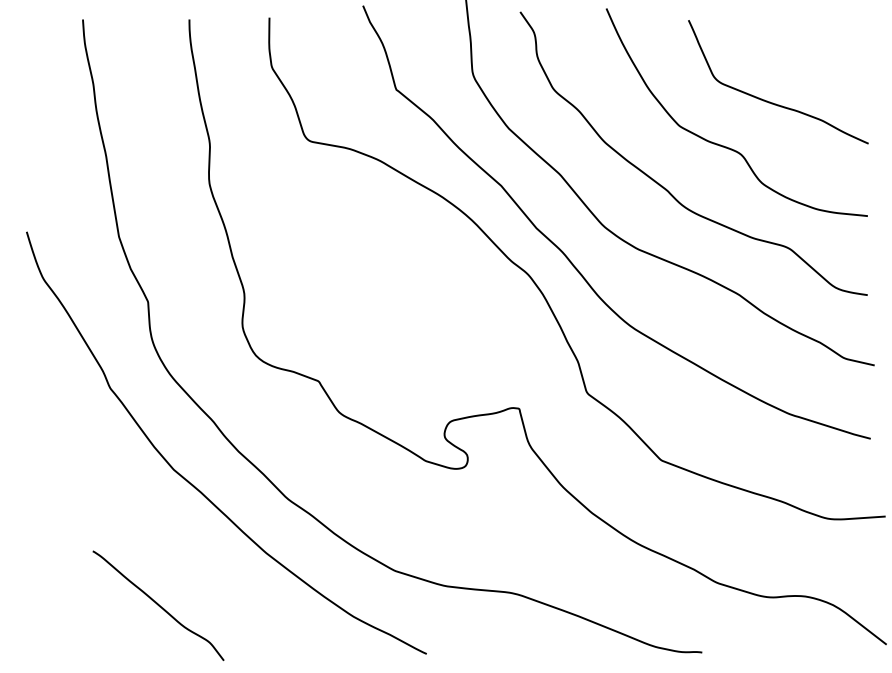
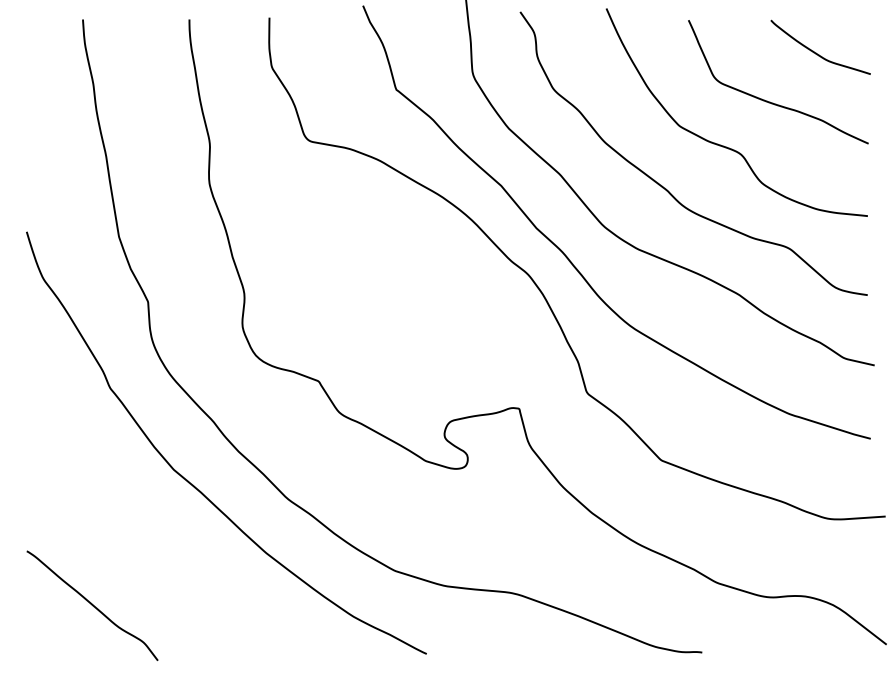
curve at (816, 52): none -> present
curve at (158, 605) position: (158, 605) -> (92, 605)
